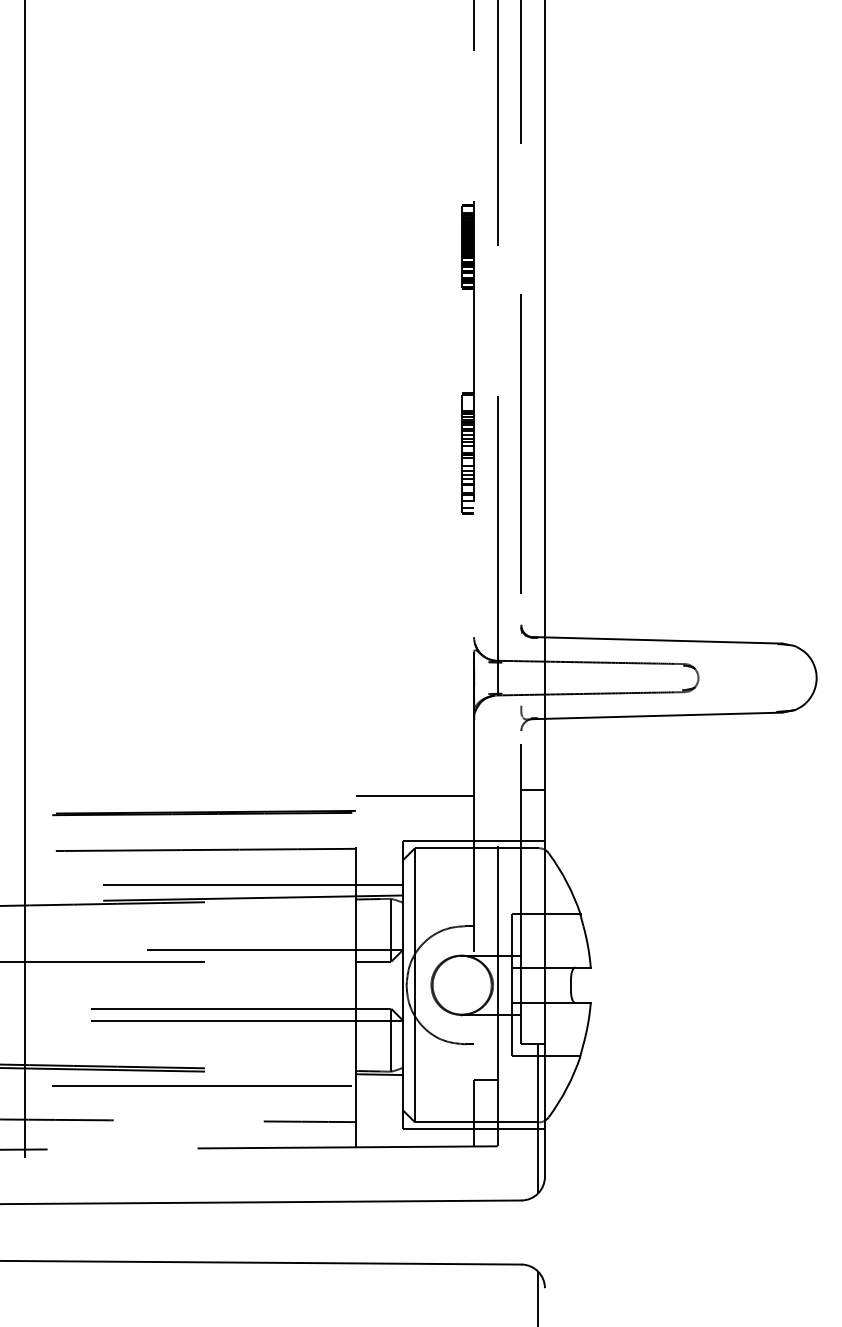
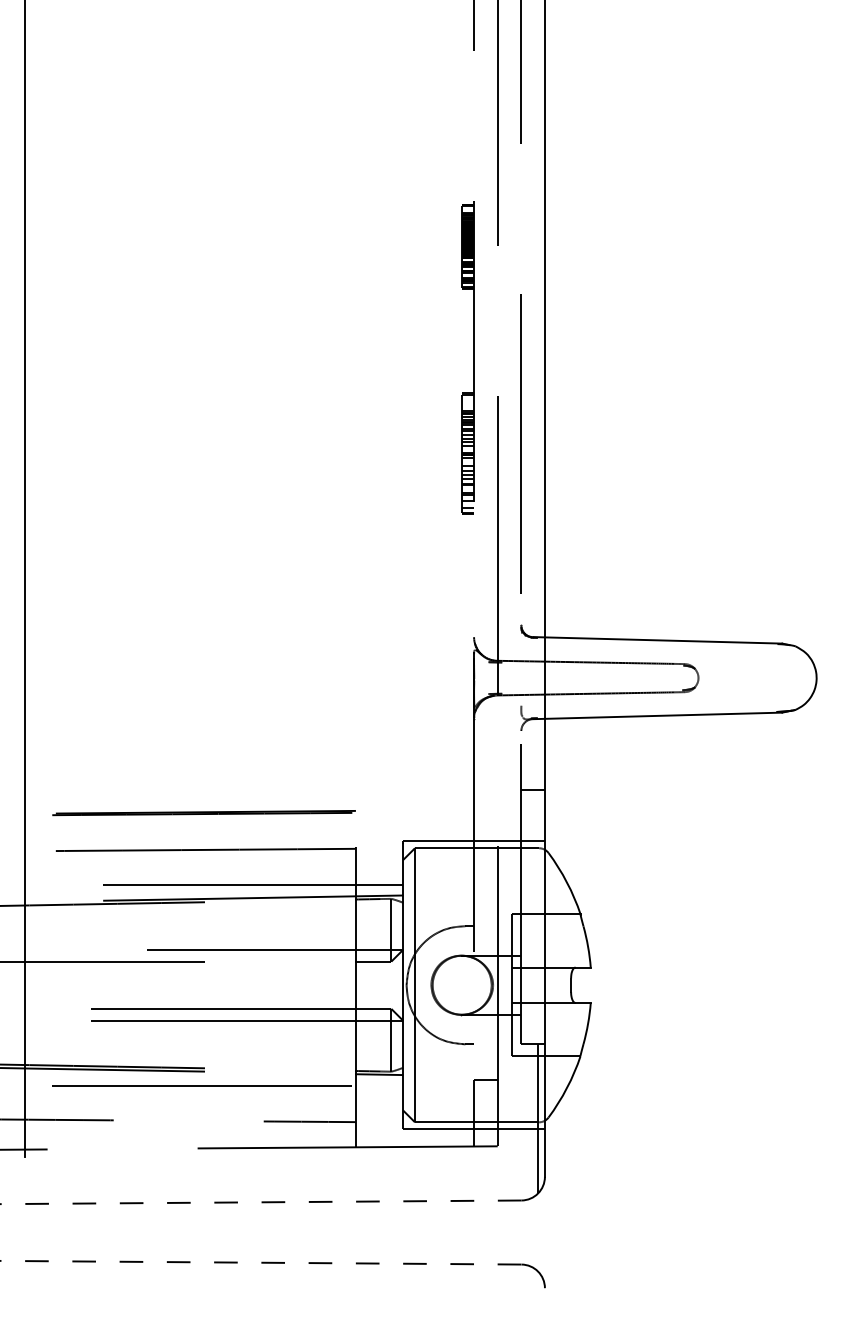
line at (414, 796): present -> none
line at (260, 1202): solid -> dashed
line at (261, 1262): solid -> dashed
line at (537, 1297): present -> none
